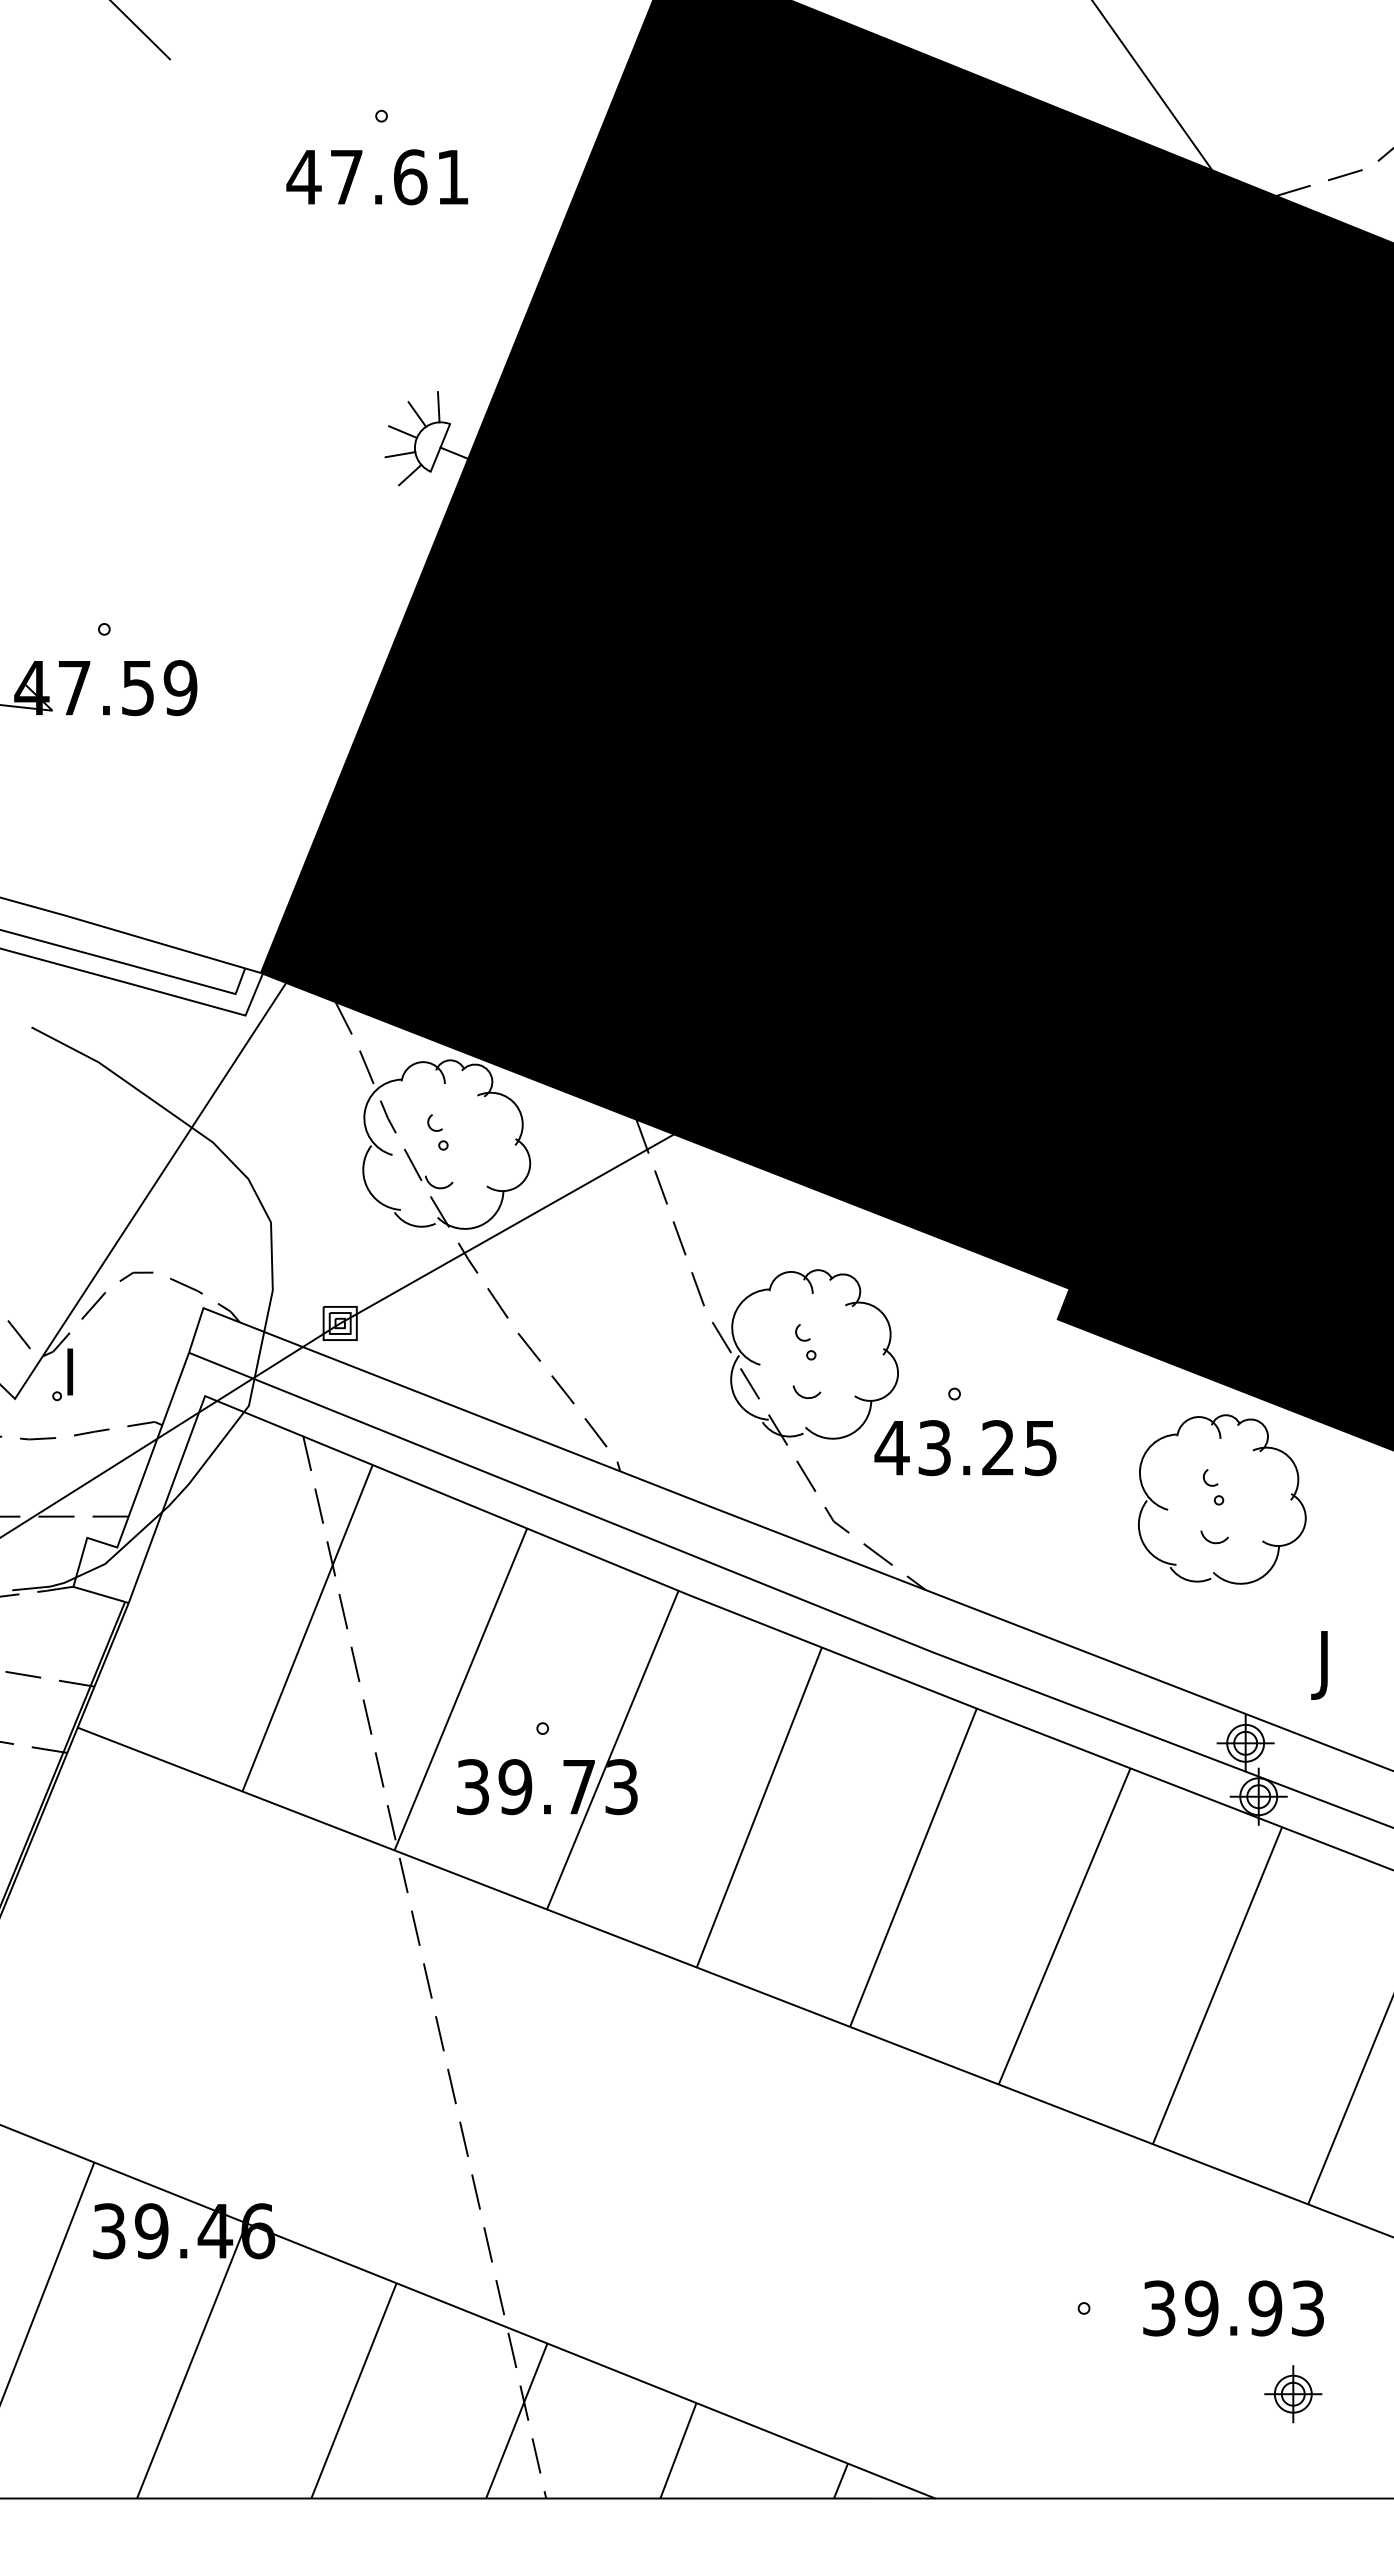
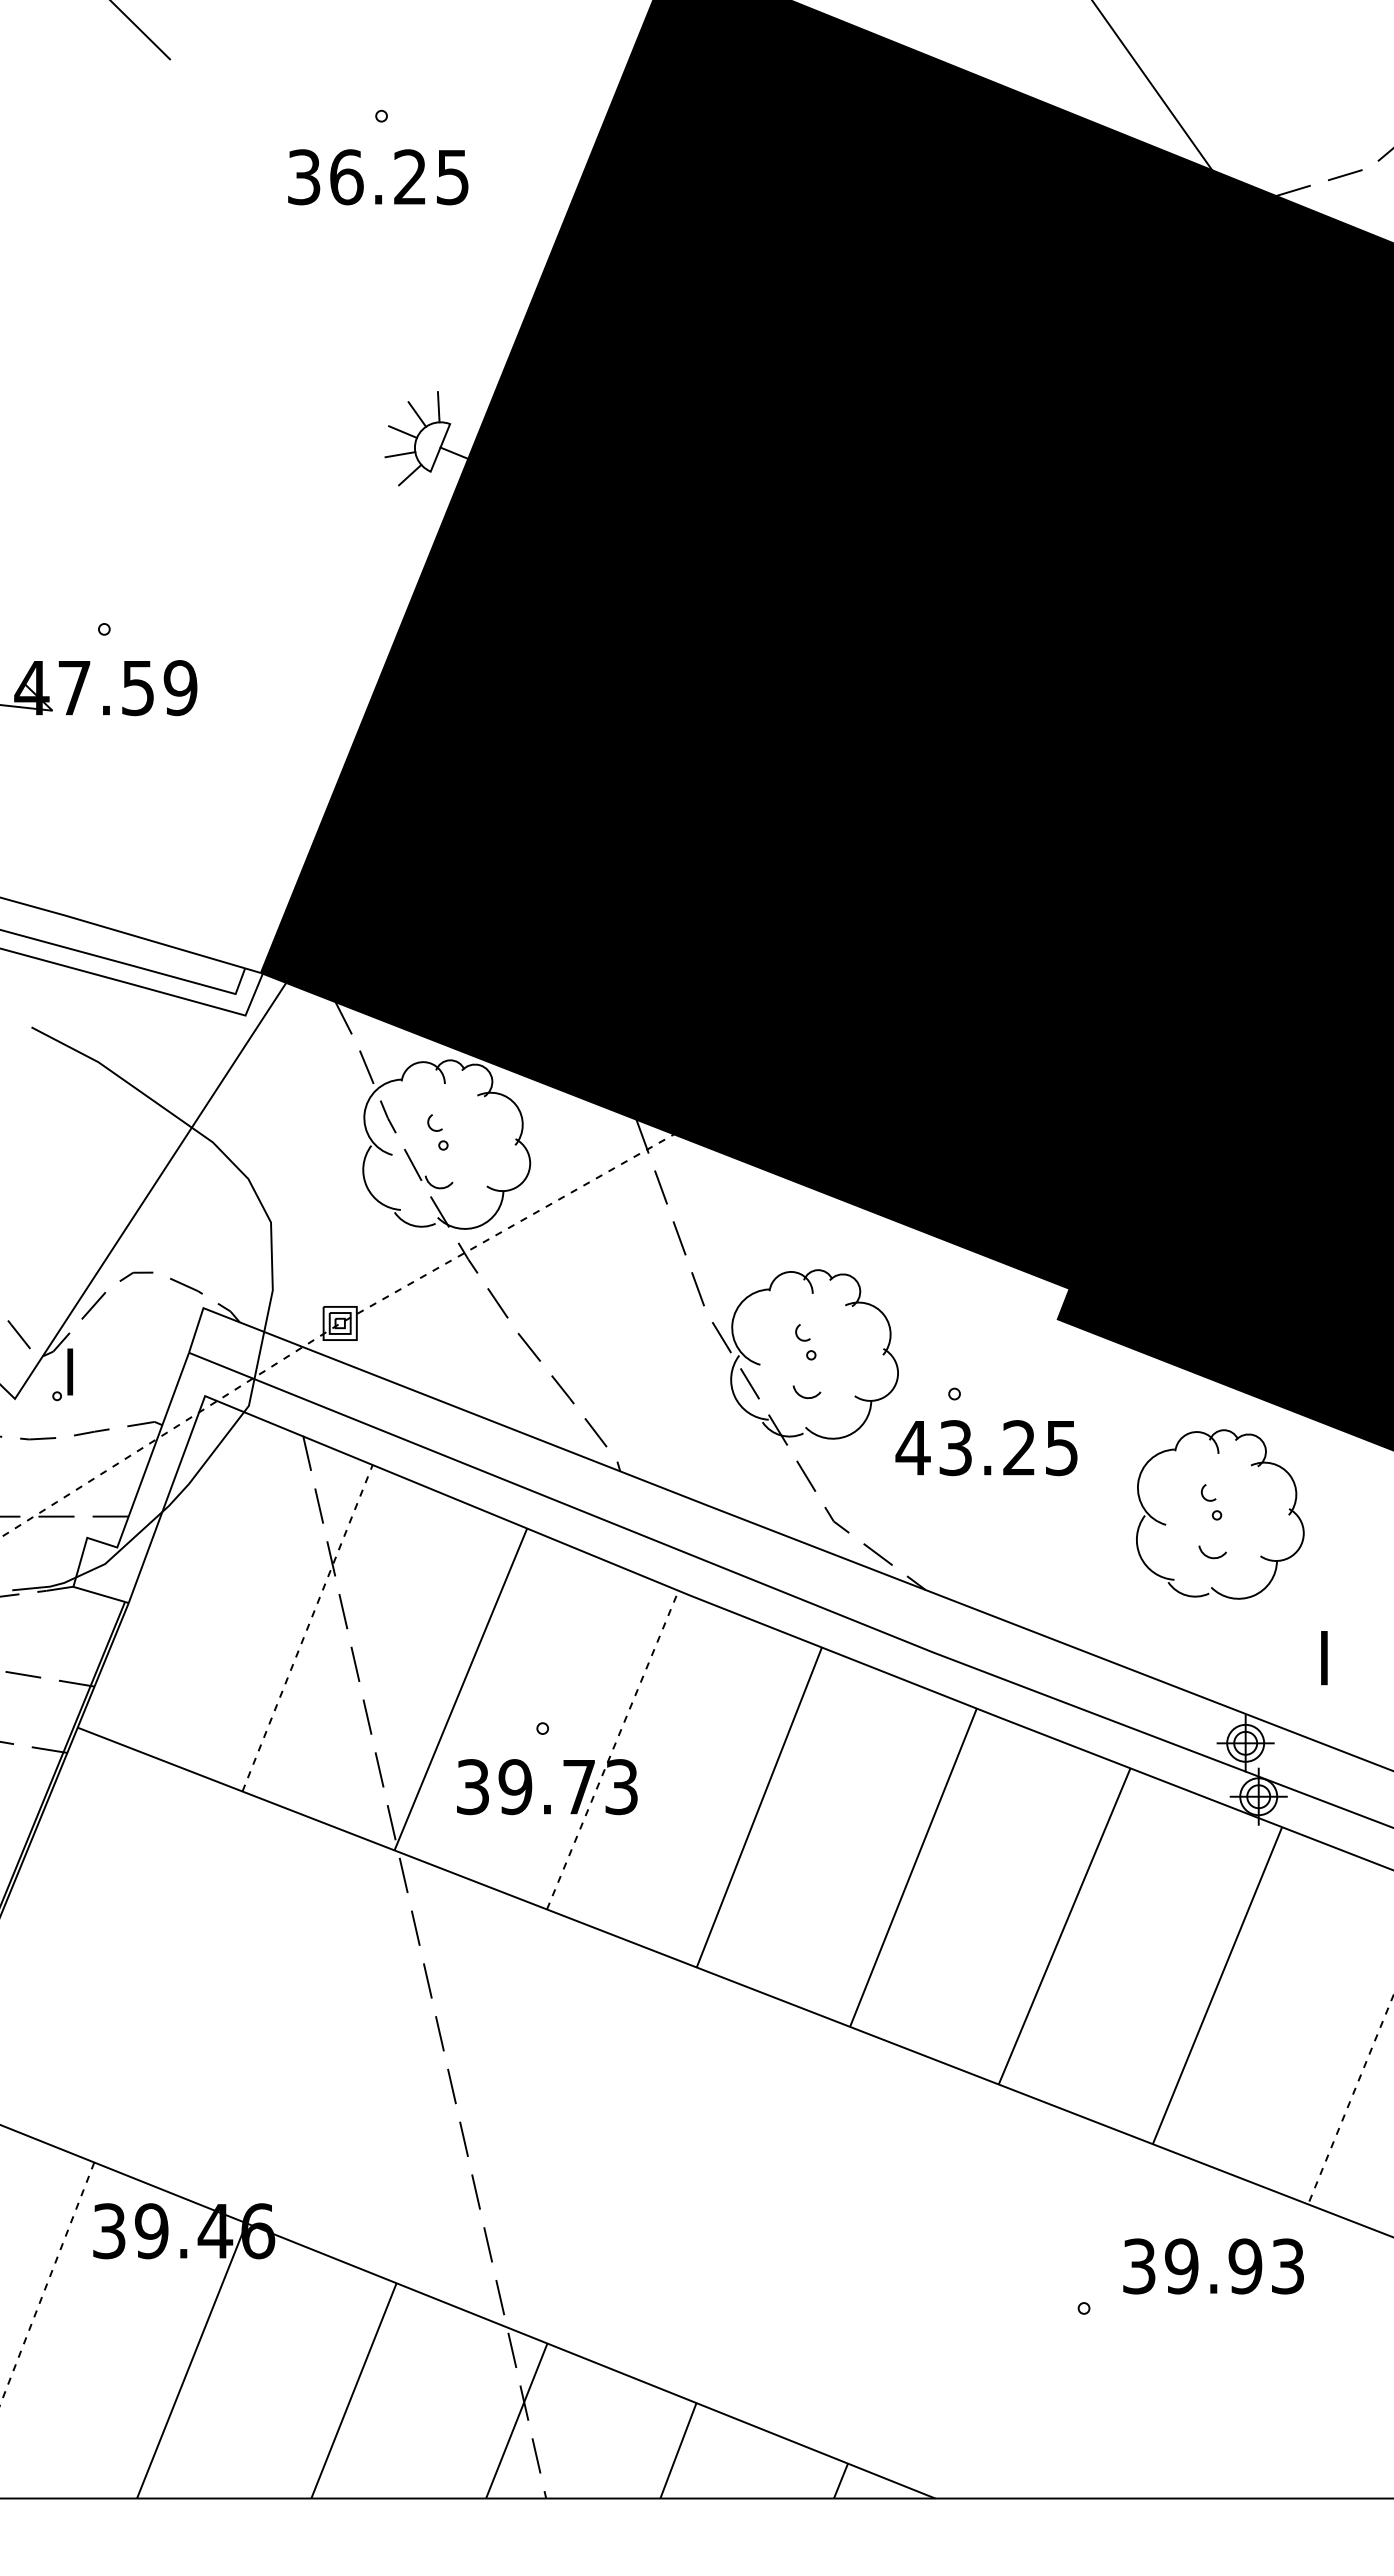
text at (377, 177): 47.61 -> 36.25
line at (333, 1327): solid -> dashed
text at (965, 1448) position: (965, 1448) -> (986, 1448)
part at (1222, 1499) position: (1222, 1499) -> (1220, 1514)
line at (307, 1628): solid -> dashed
text at (1319, 1691): J -> I
line at (612, 1749): solid -> dashed
line at (1350, 2099): solid -> dashed
line at (47, 2283): solid -> dashed
text at (1233, 2308) position: (1233, 2308) -> (1213, 2266)
part at (1293, 2394): present -> none
